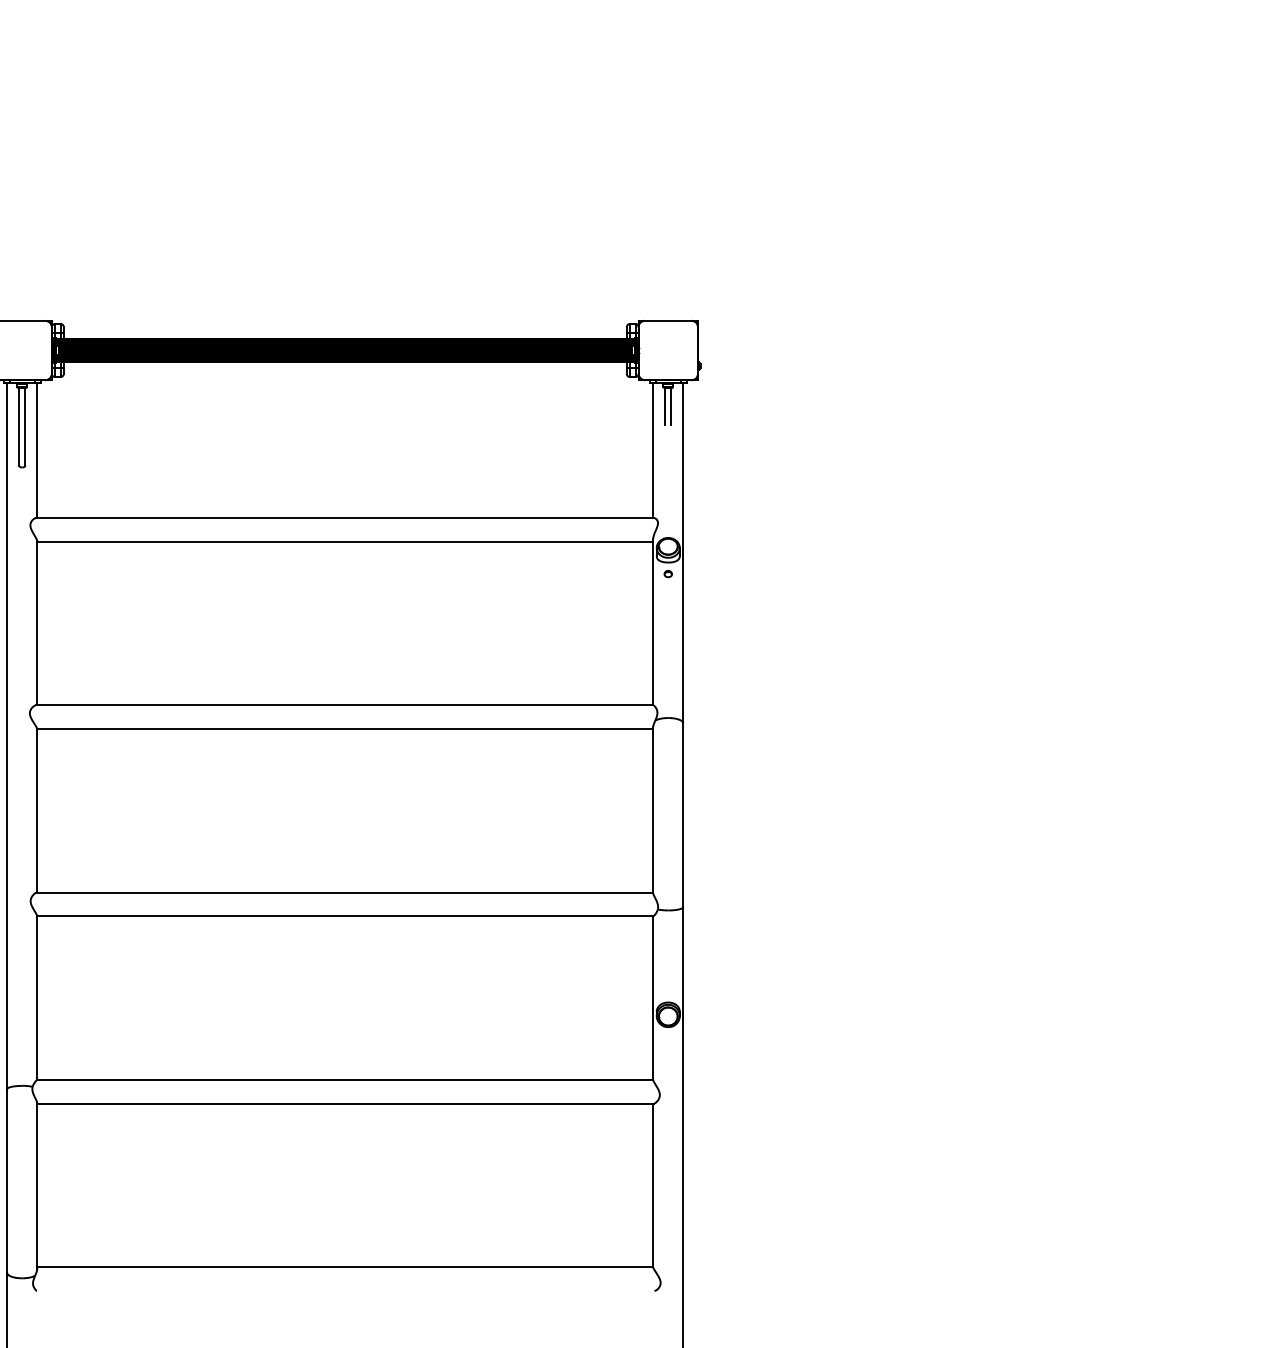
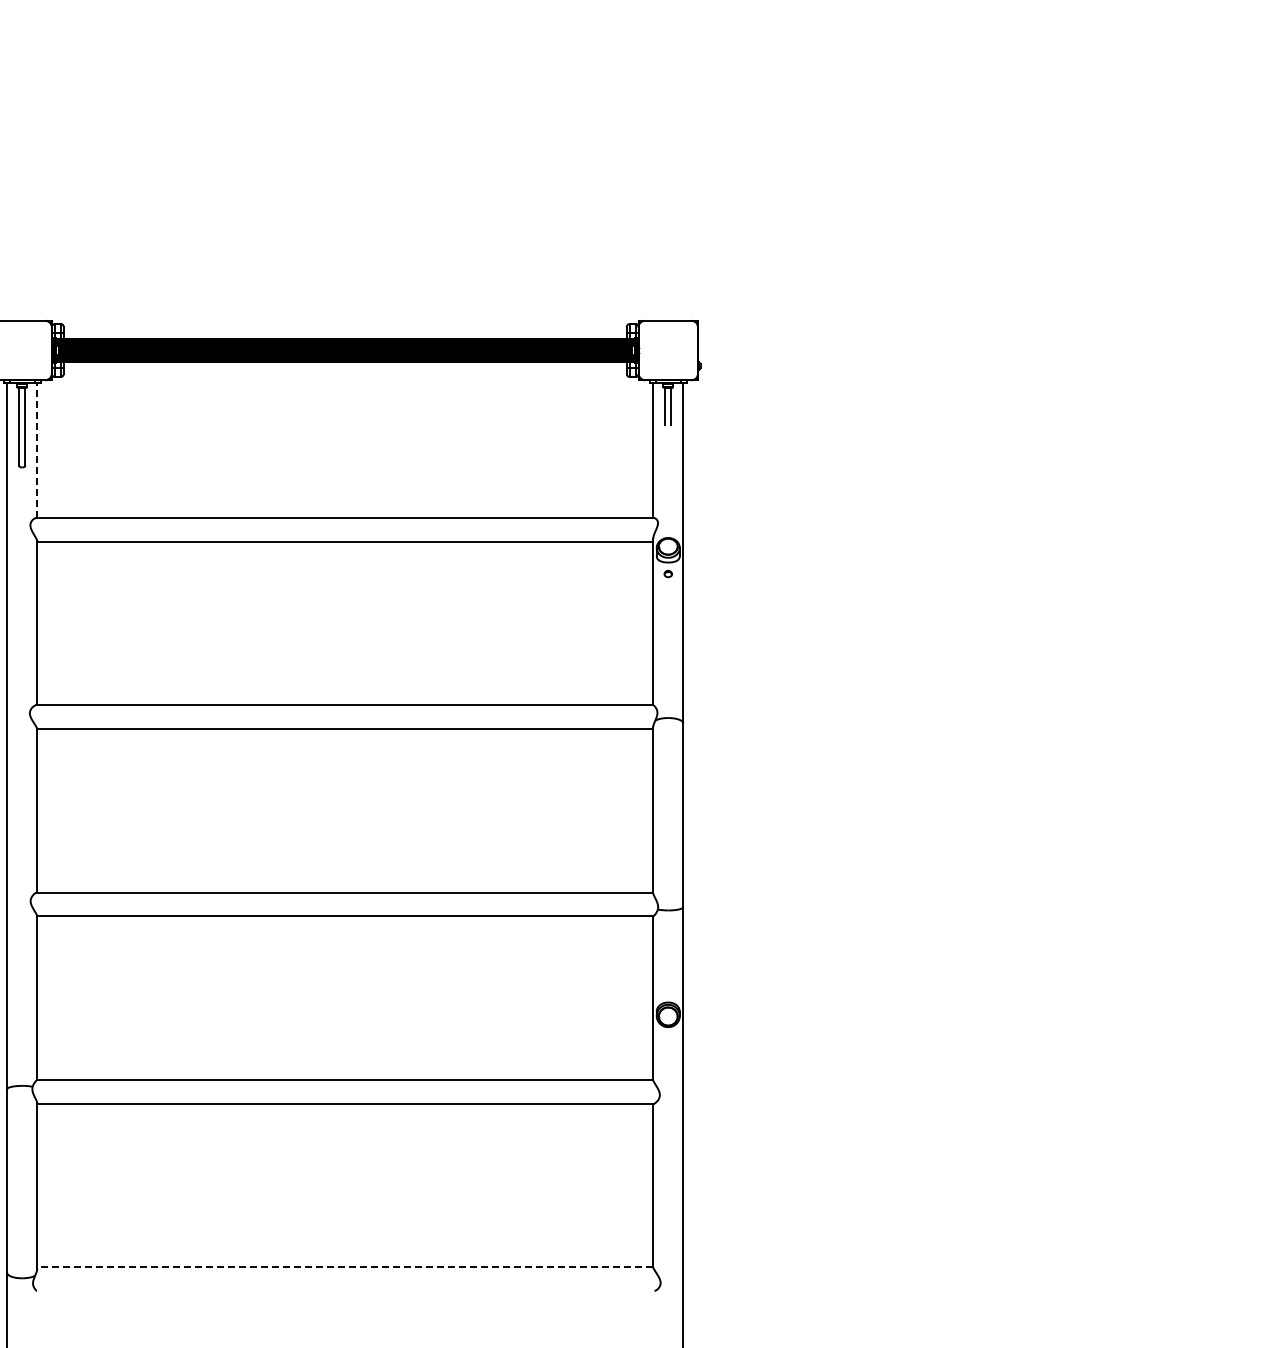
line at (37, 450): solid -> dashed
line at (345, 1267): solid -> dashed
